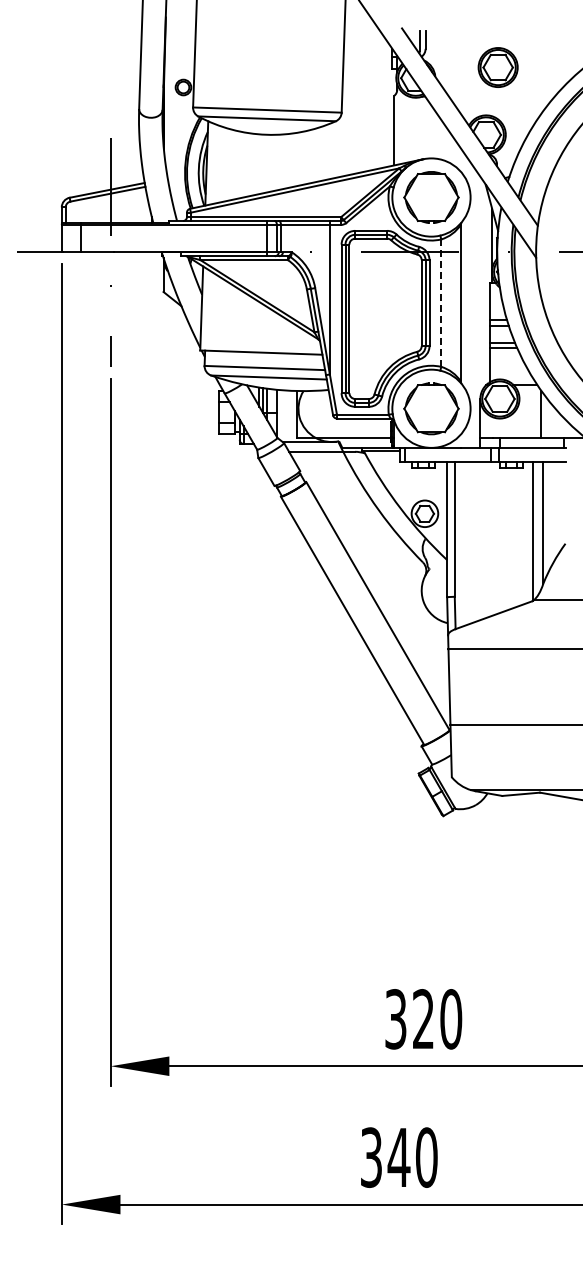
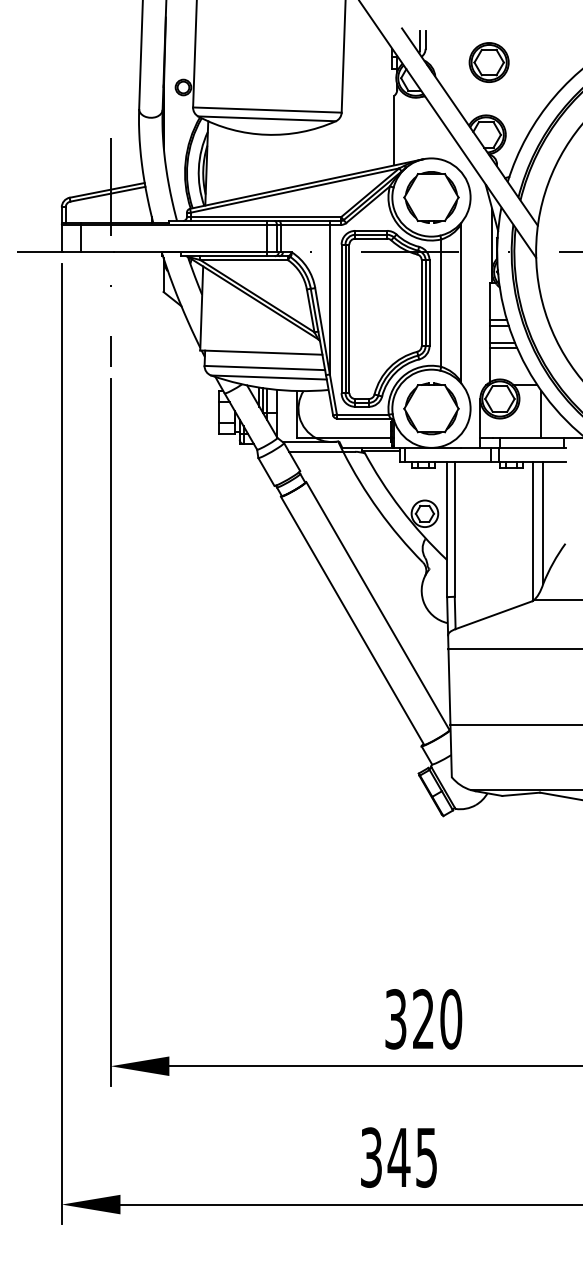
part at (497, 67) position: (497, 67) -> (488, 62)
line at (441, 303): dashed -> solid
text at (426, 1157): 340 -> 345
